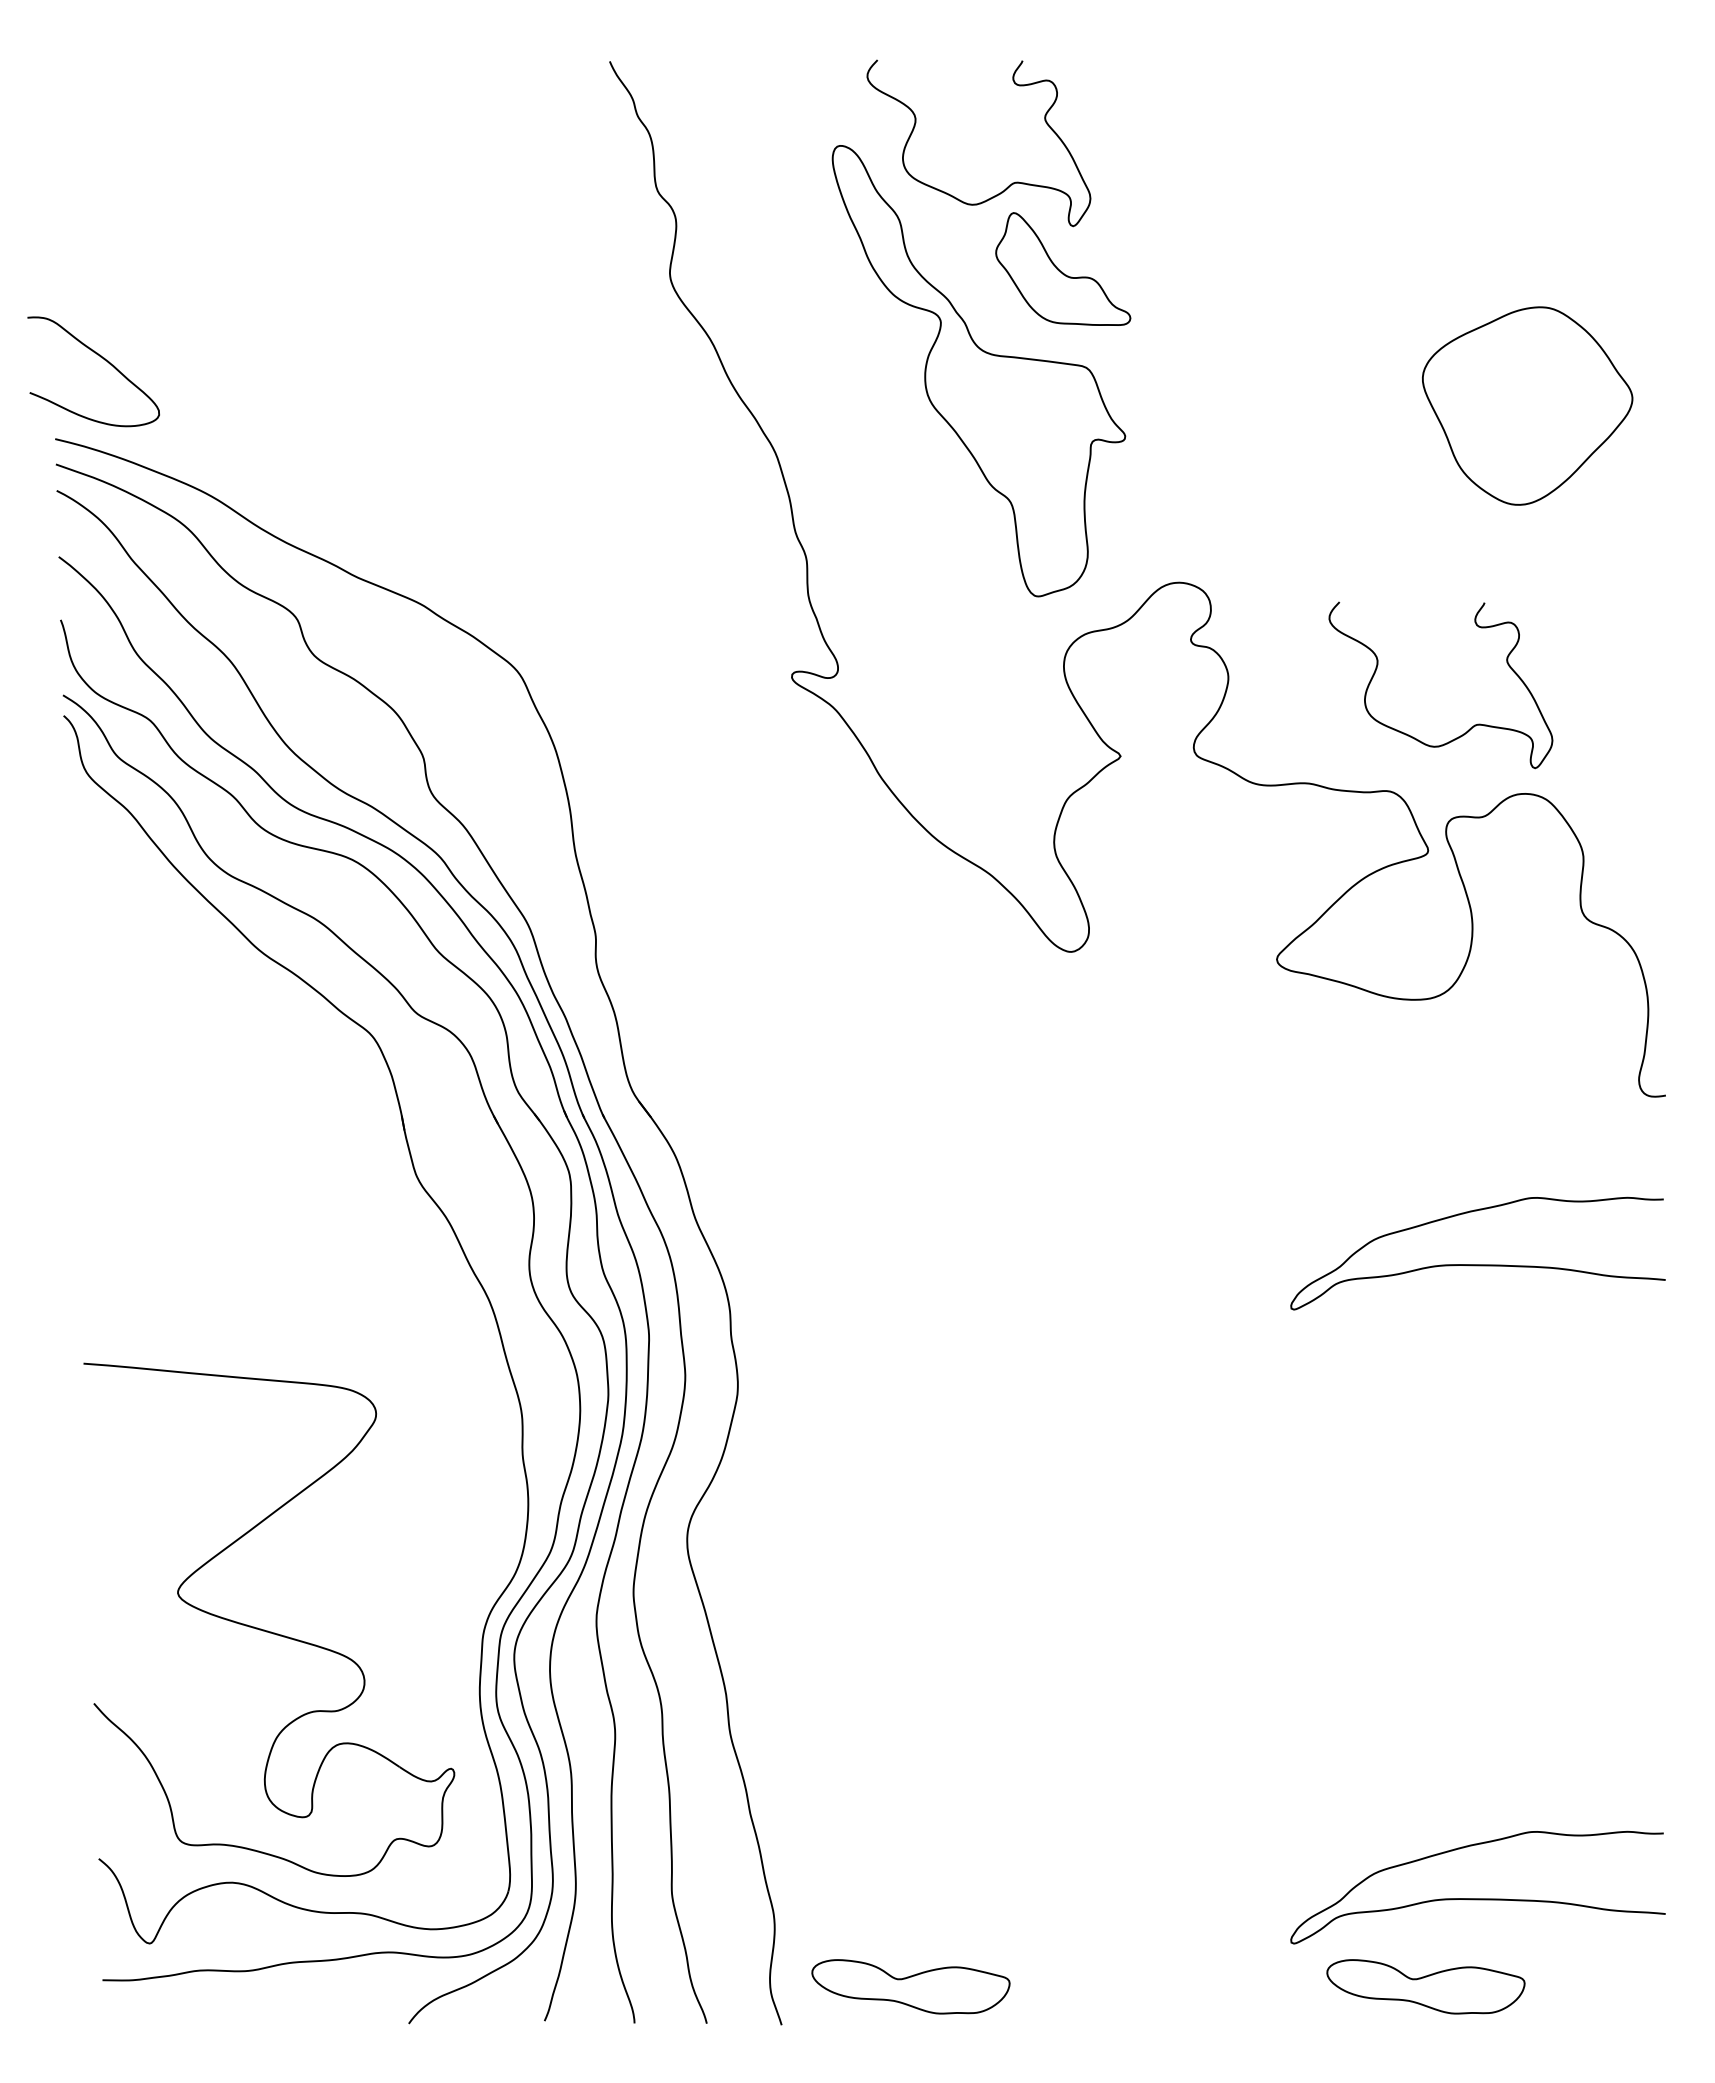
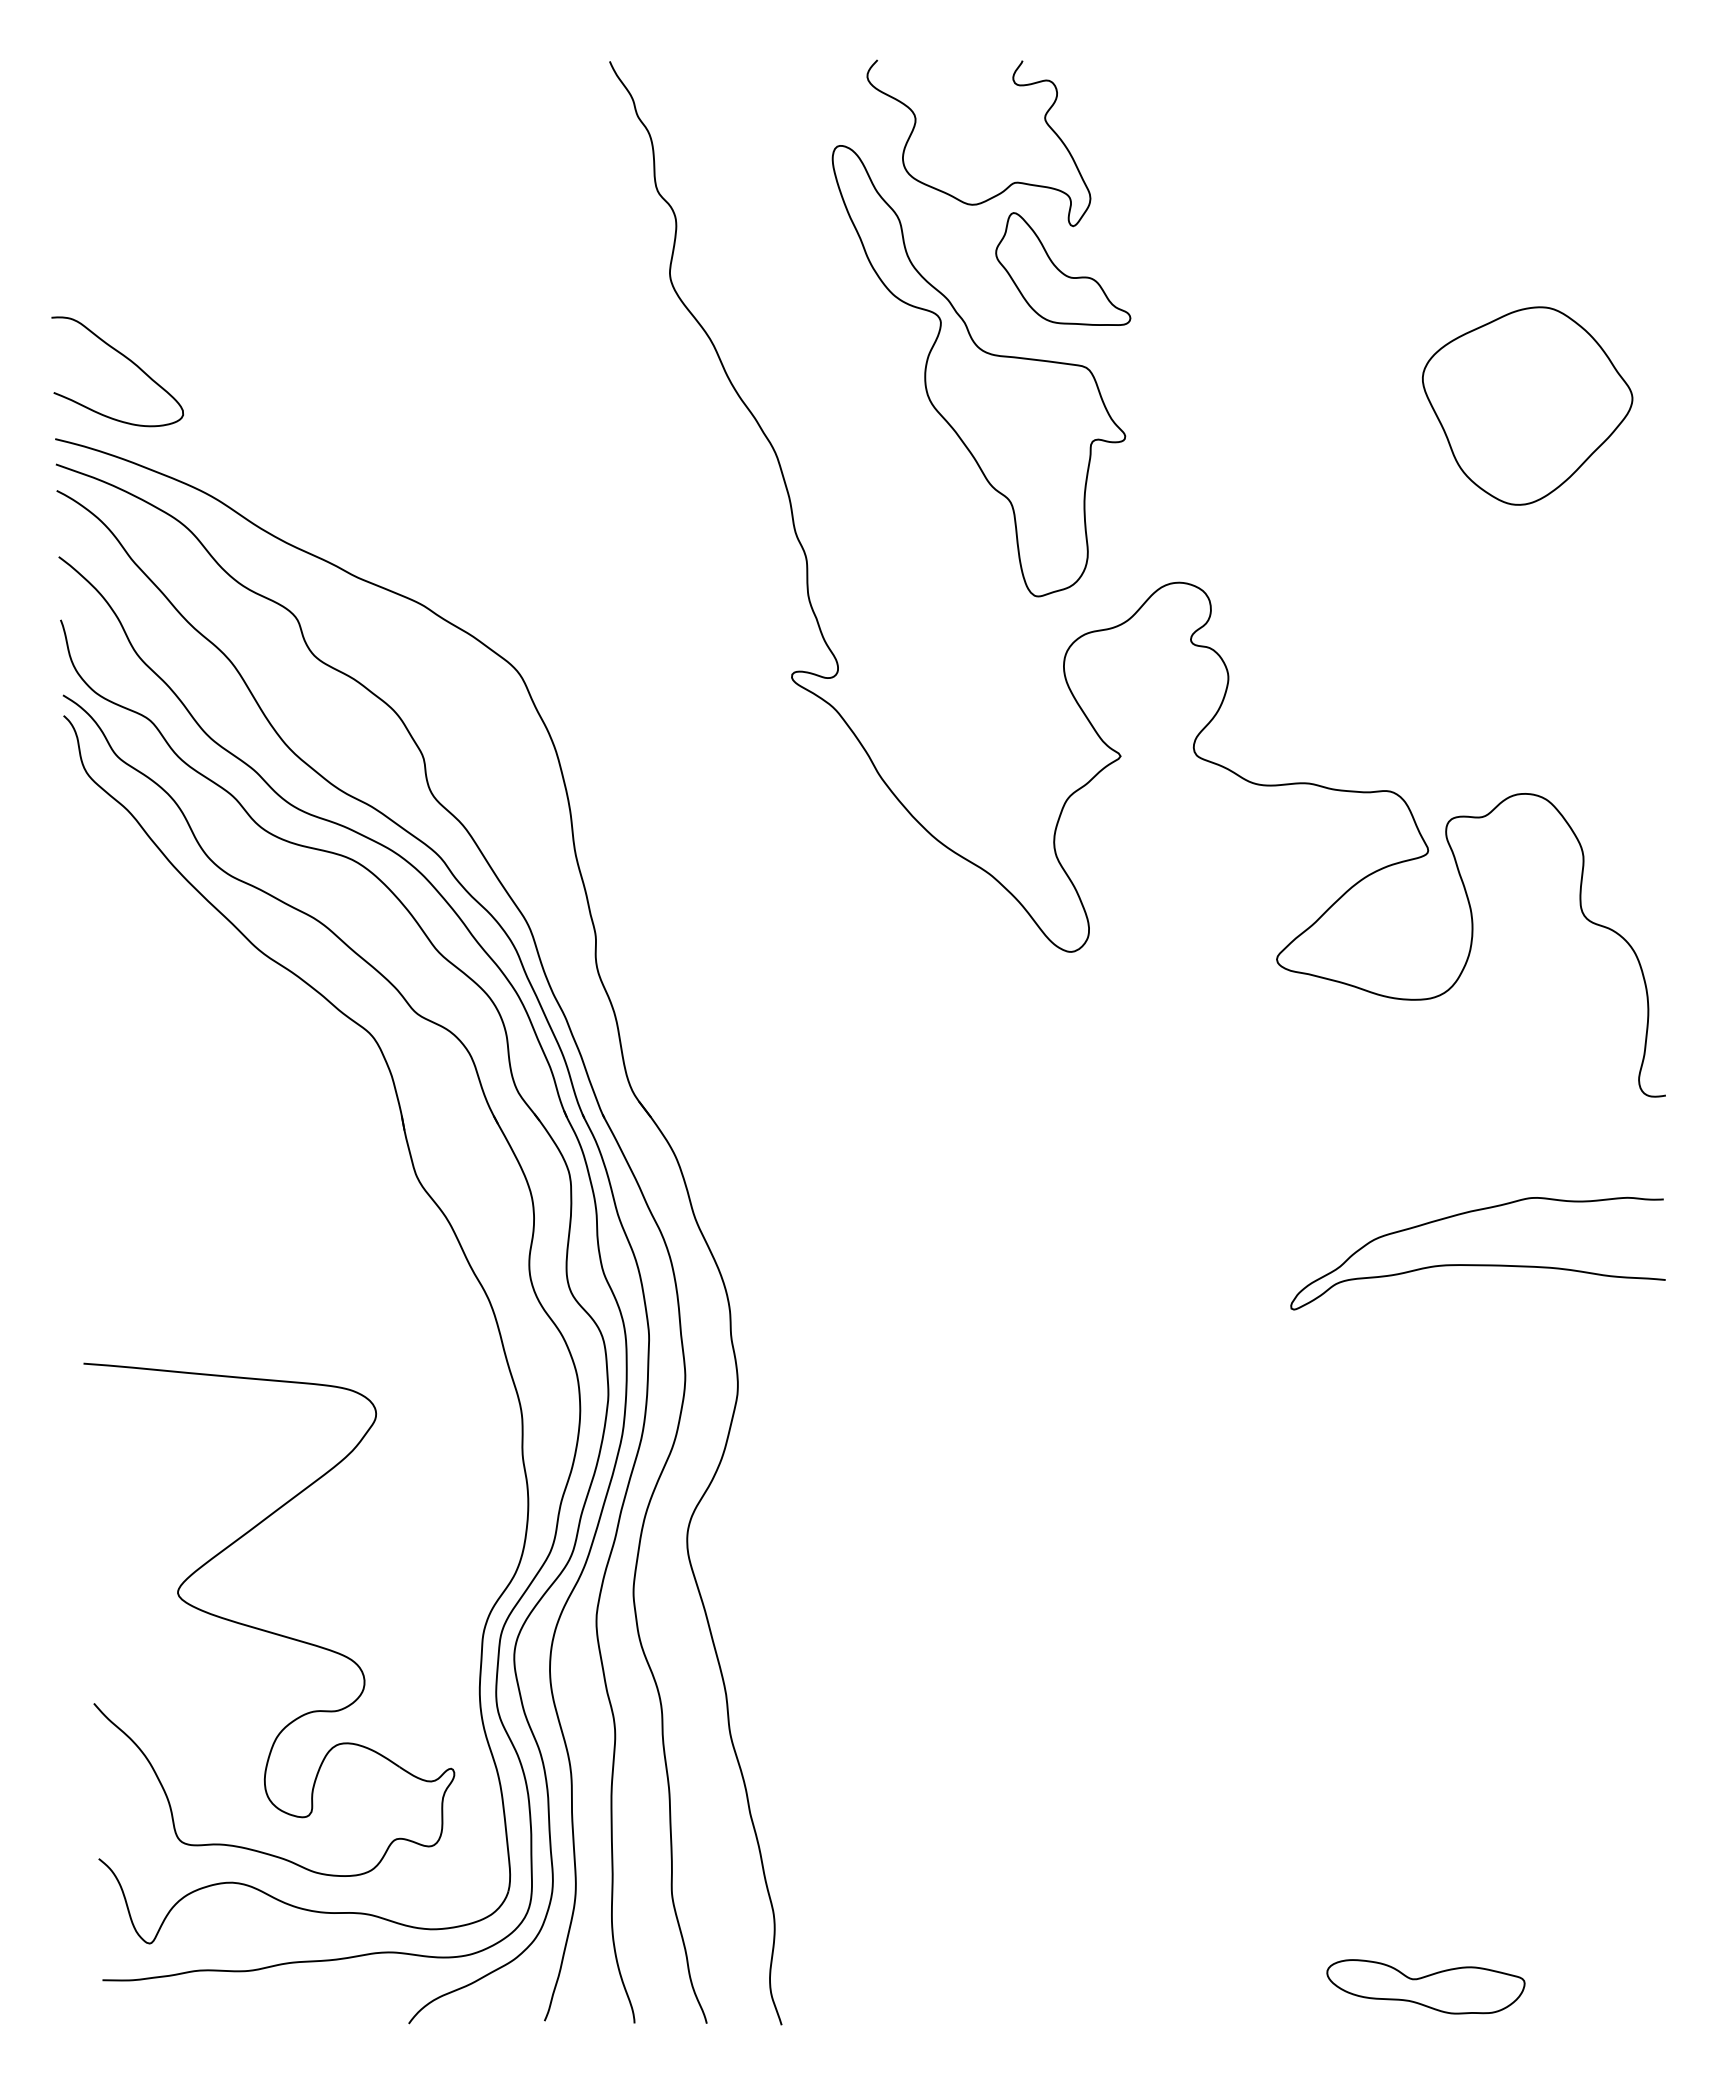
curve at (104, 360) position: (104, 360) -> (128, 360)
curve at (1470, 727): present -> none
curve at (1477, 1898): present -> none
part at (910, 1986): present -> none
